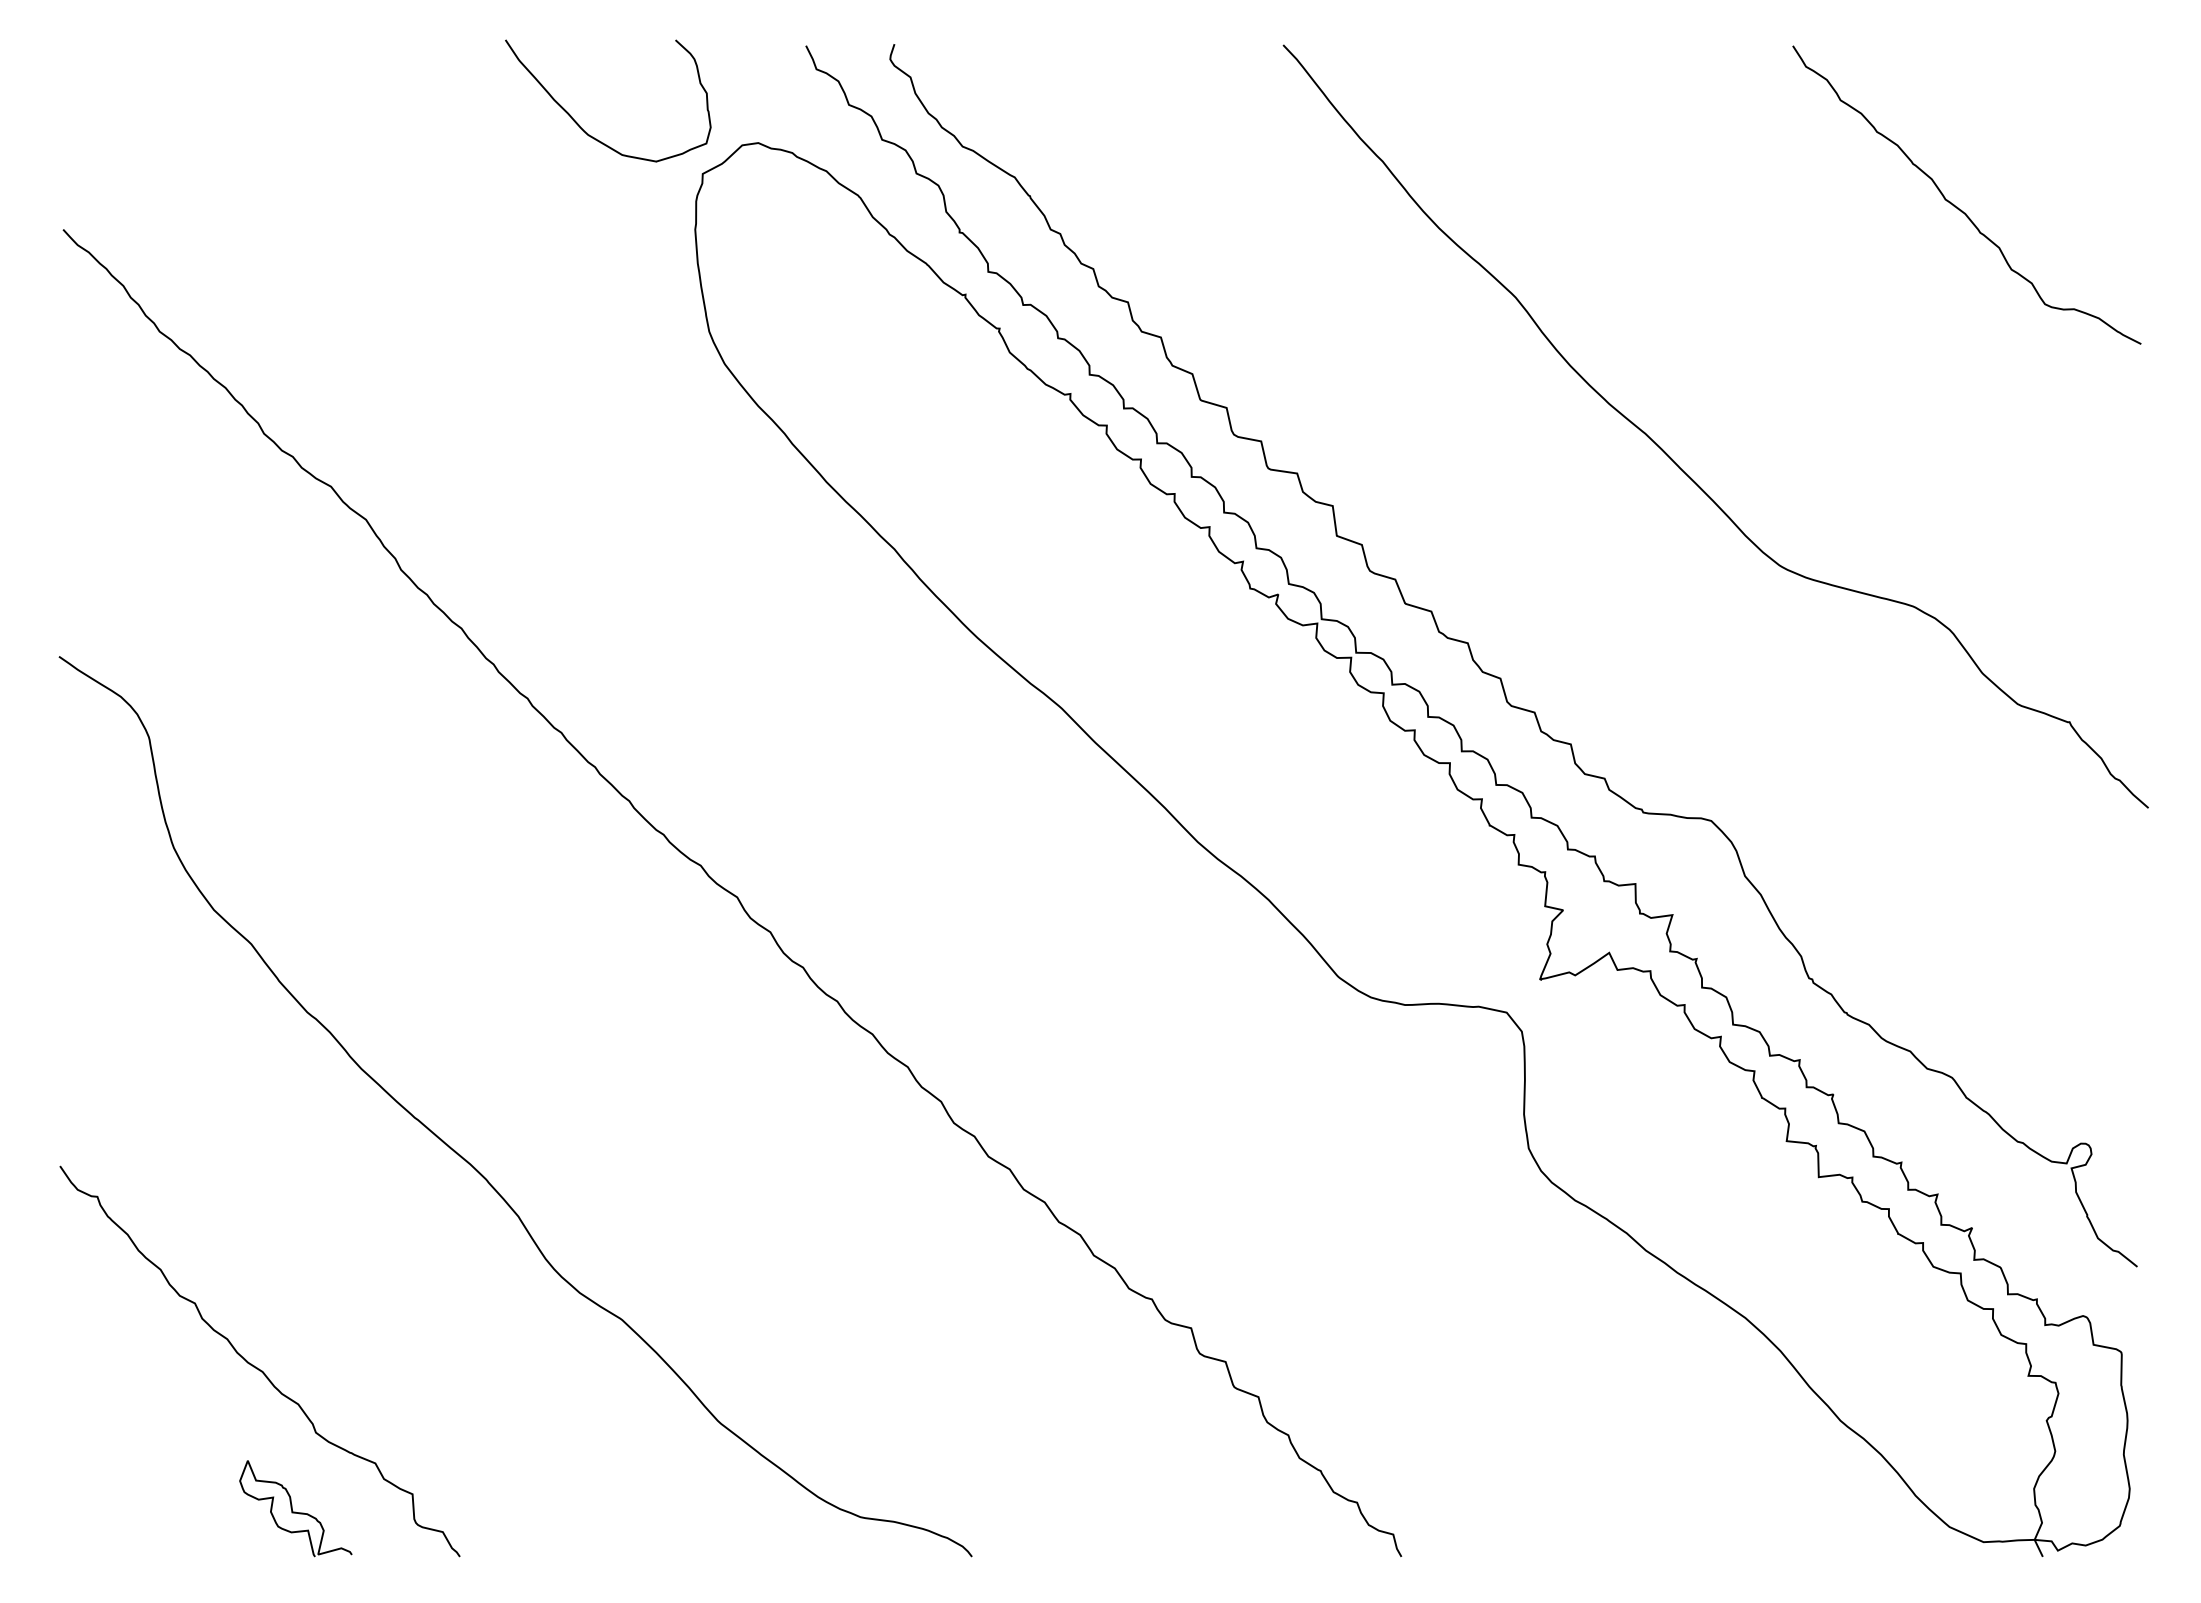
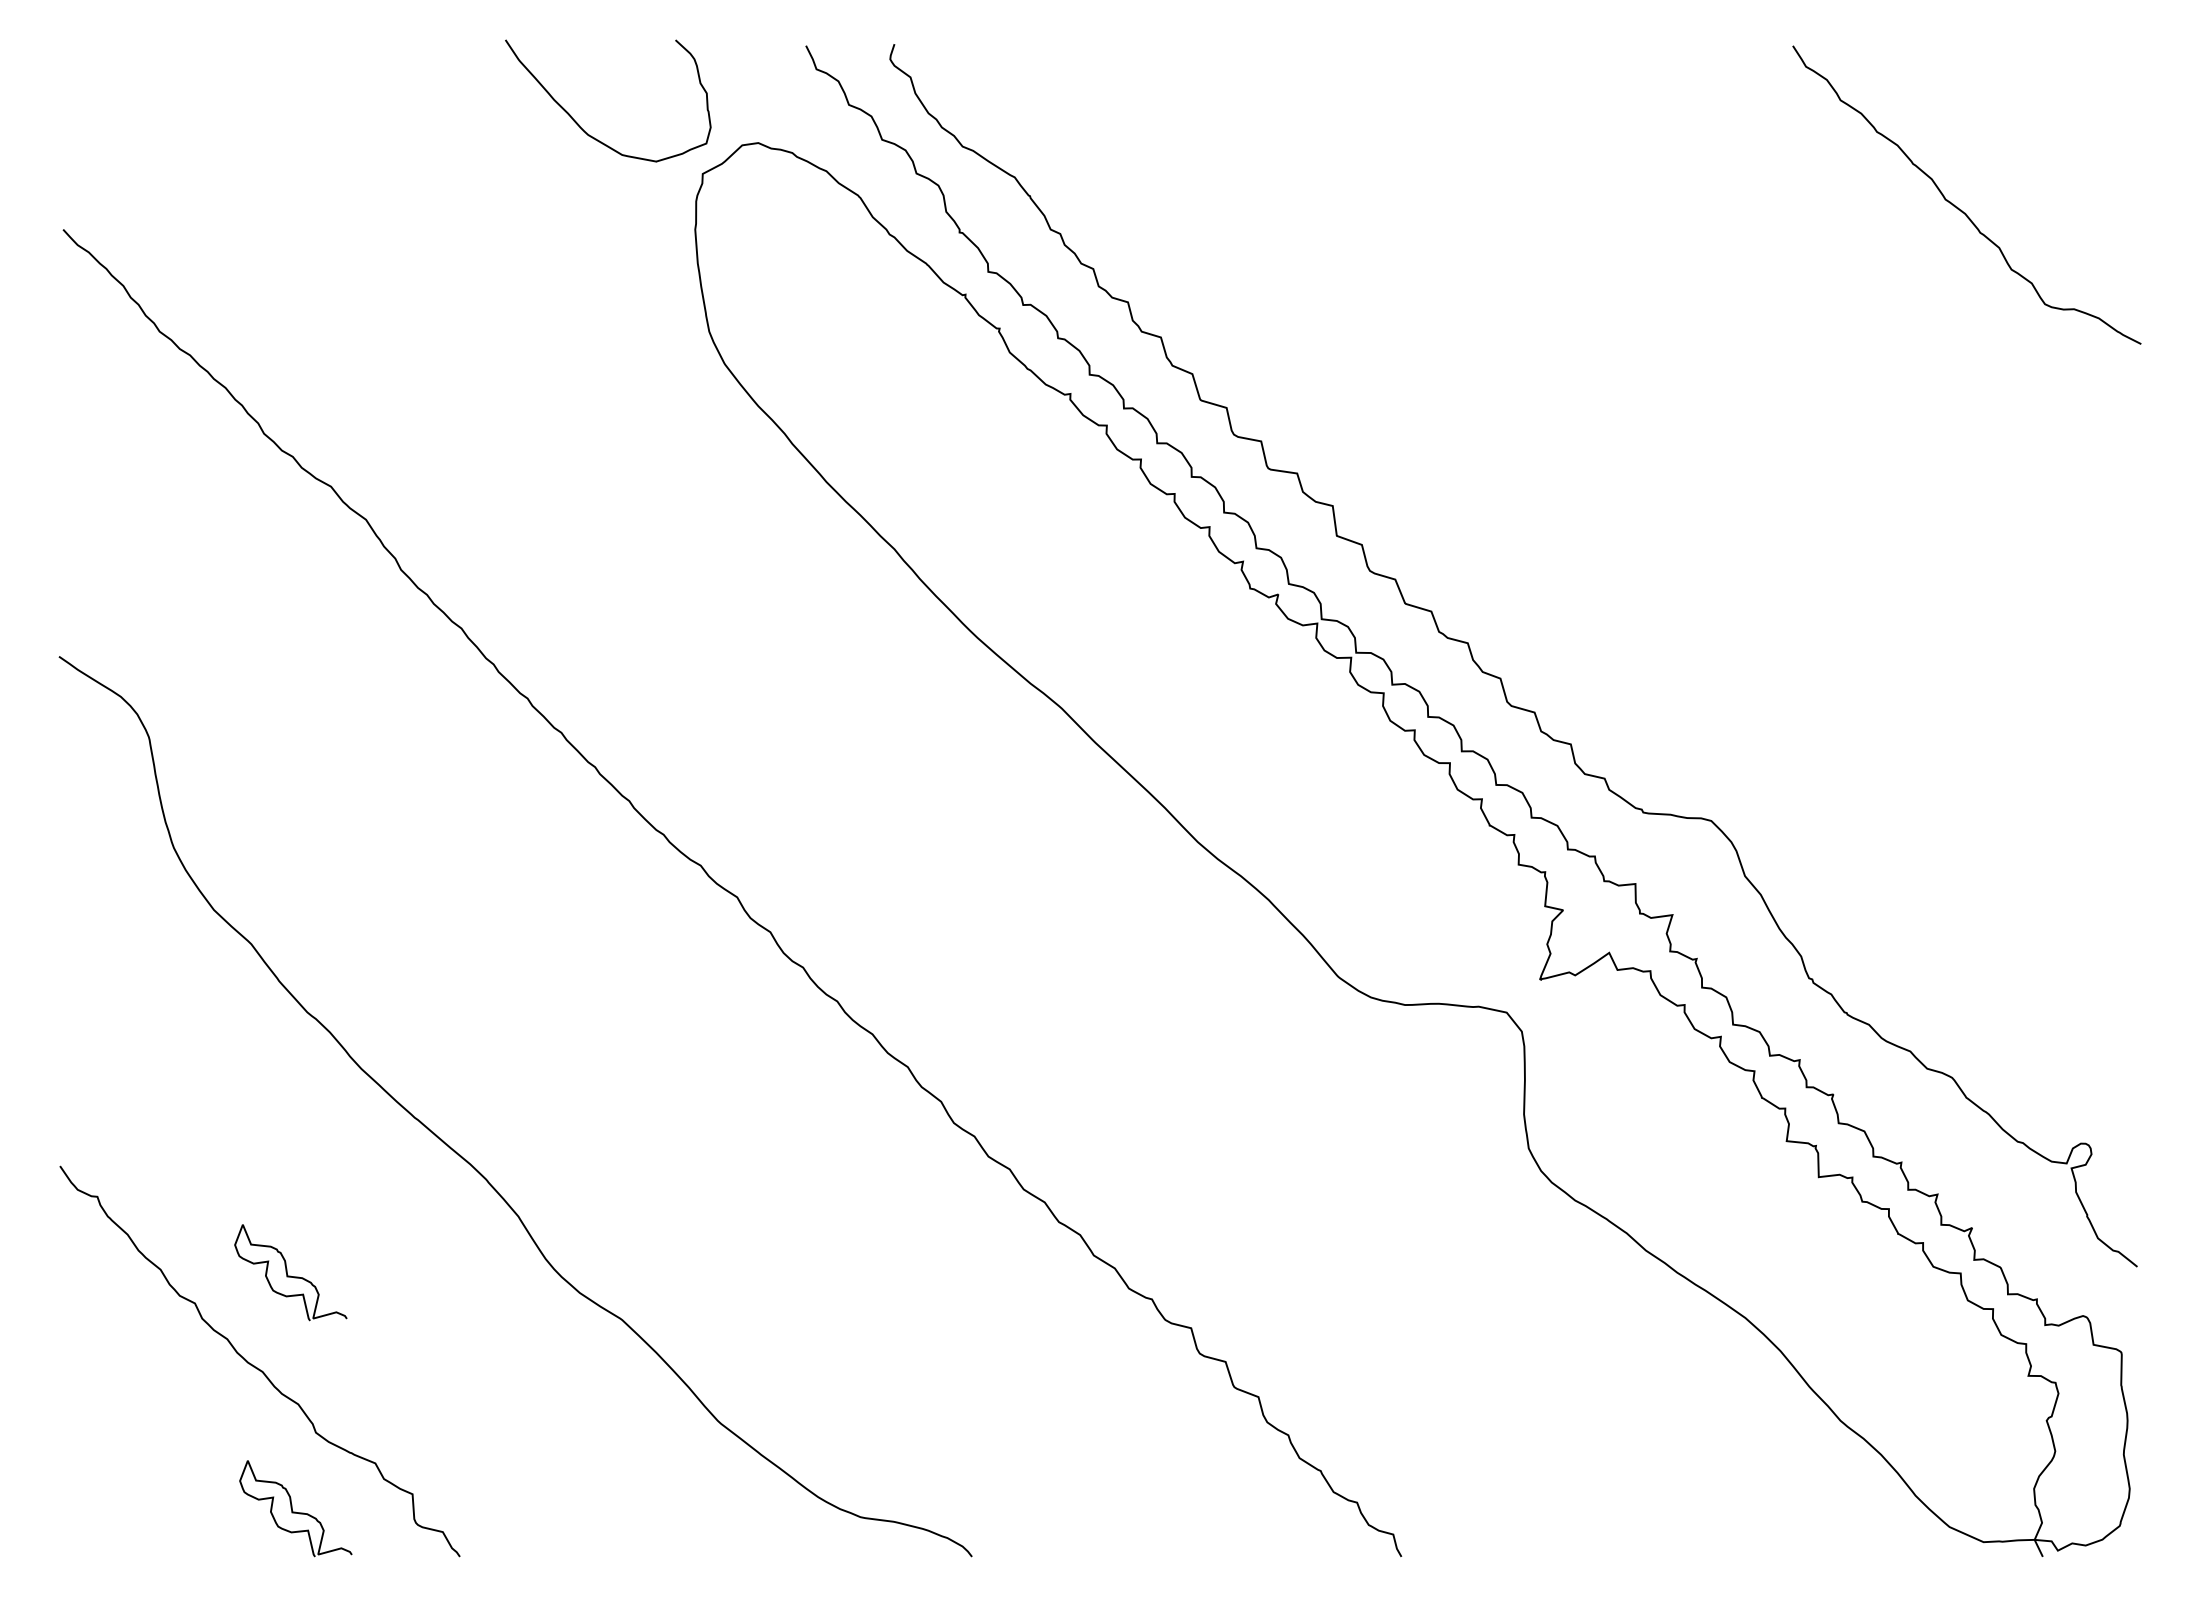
curve at (1673, 459): present -> none
curve at (287, 1272): none -> present
